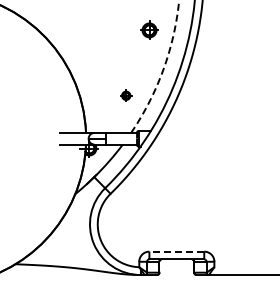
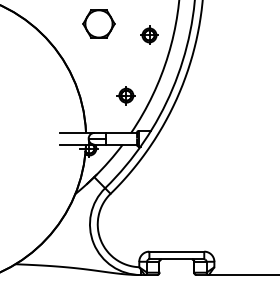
part at (98, 23): none -> present
part at (149, 29) position: (149, 29) -> (149, 34)
arc at (163, 68): dashed -> solid
part at (126, 95) size: 13x13 px -> 20x20 px
line at (176, 251): dashed -> solid
